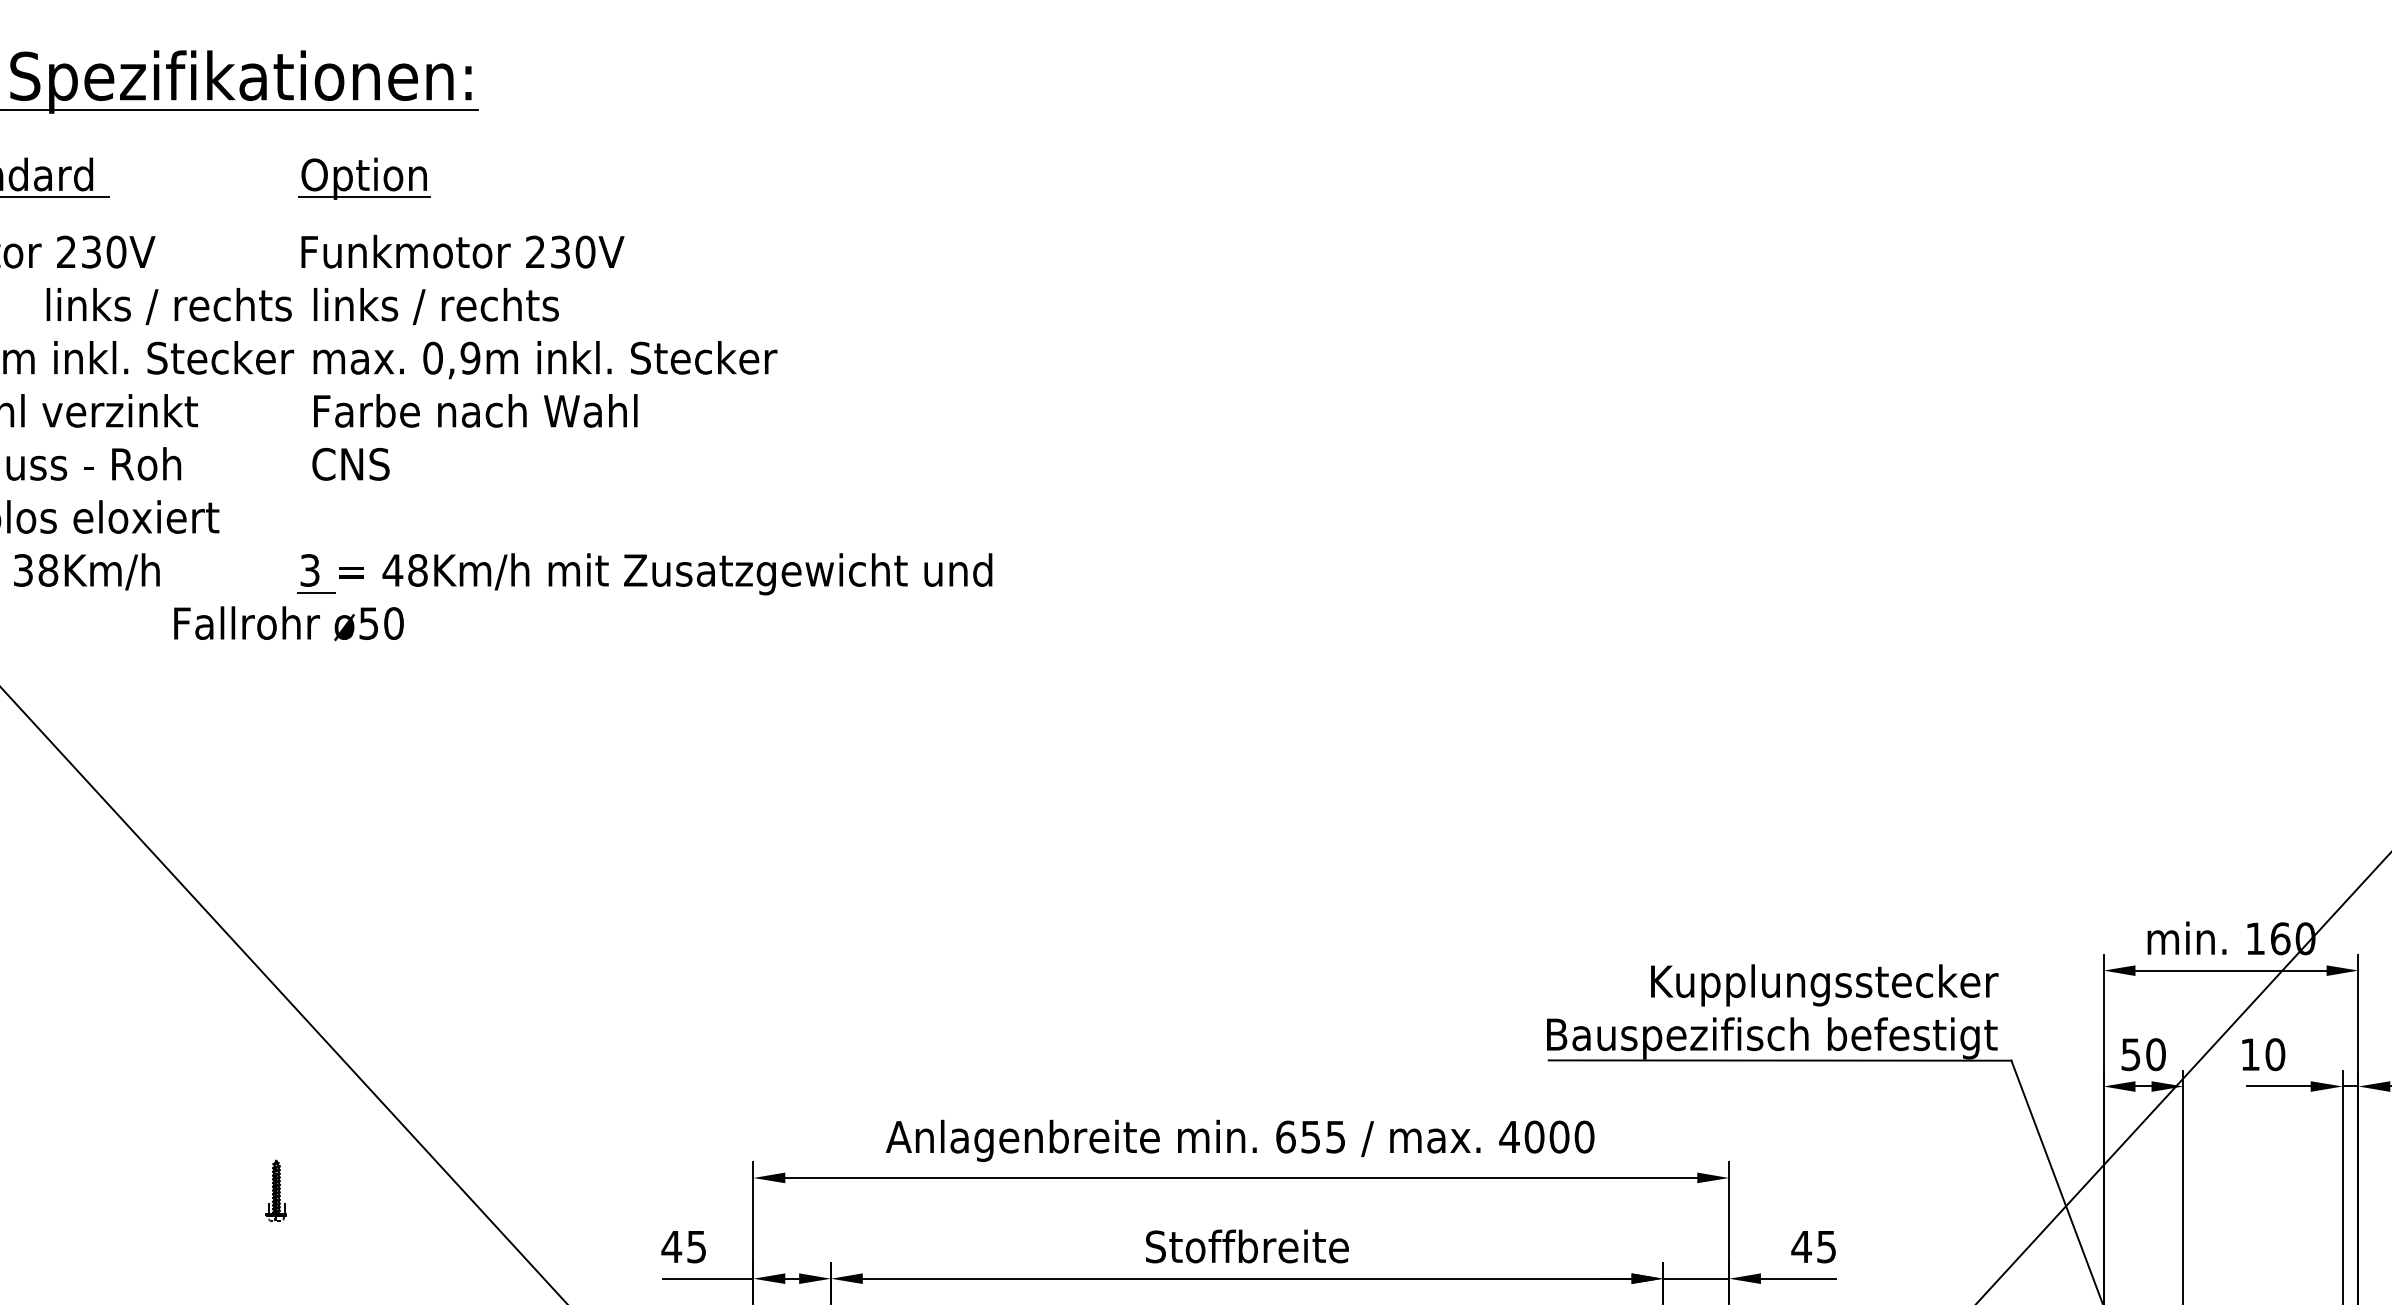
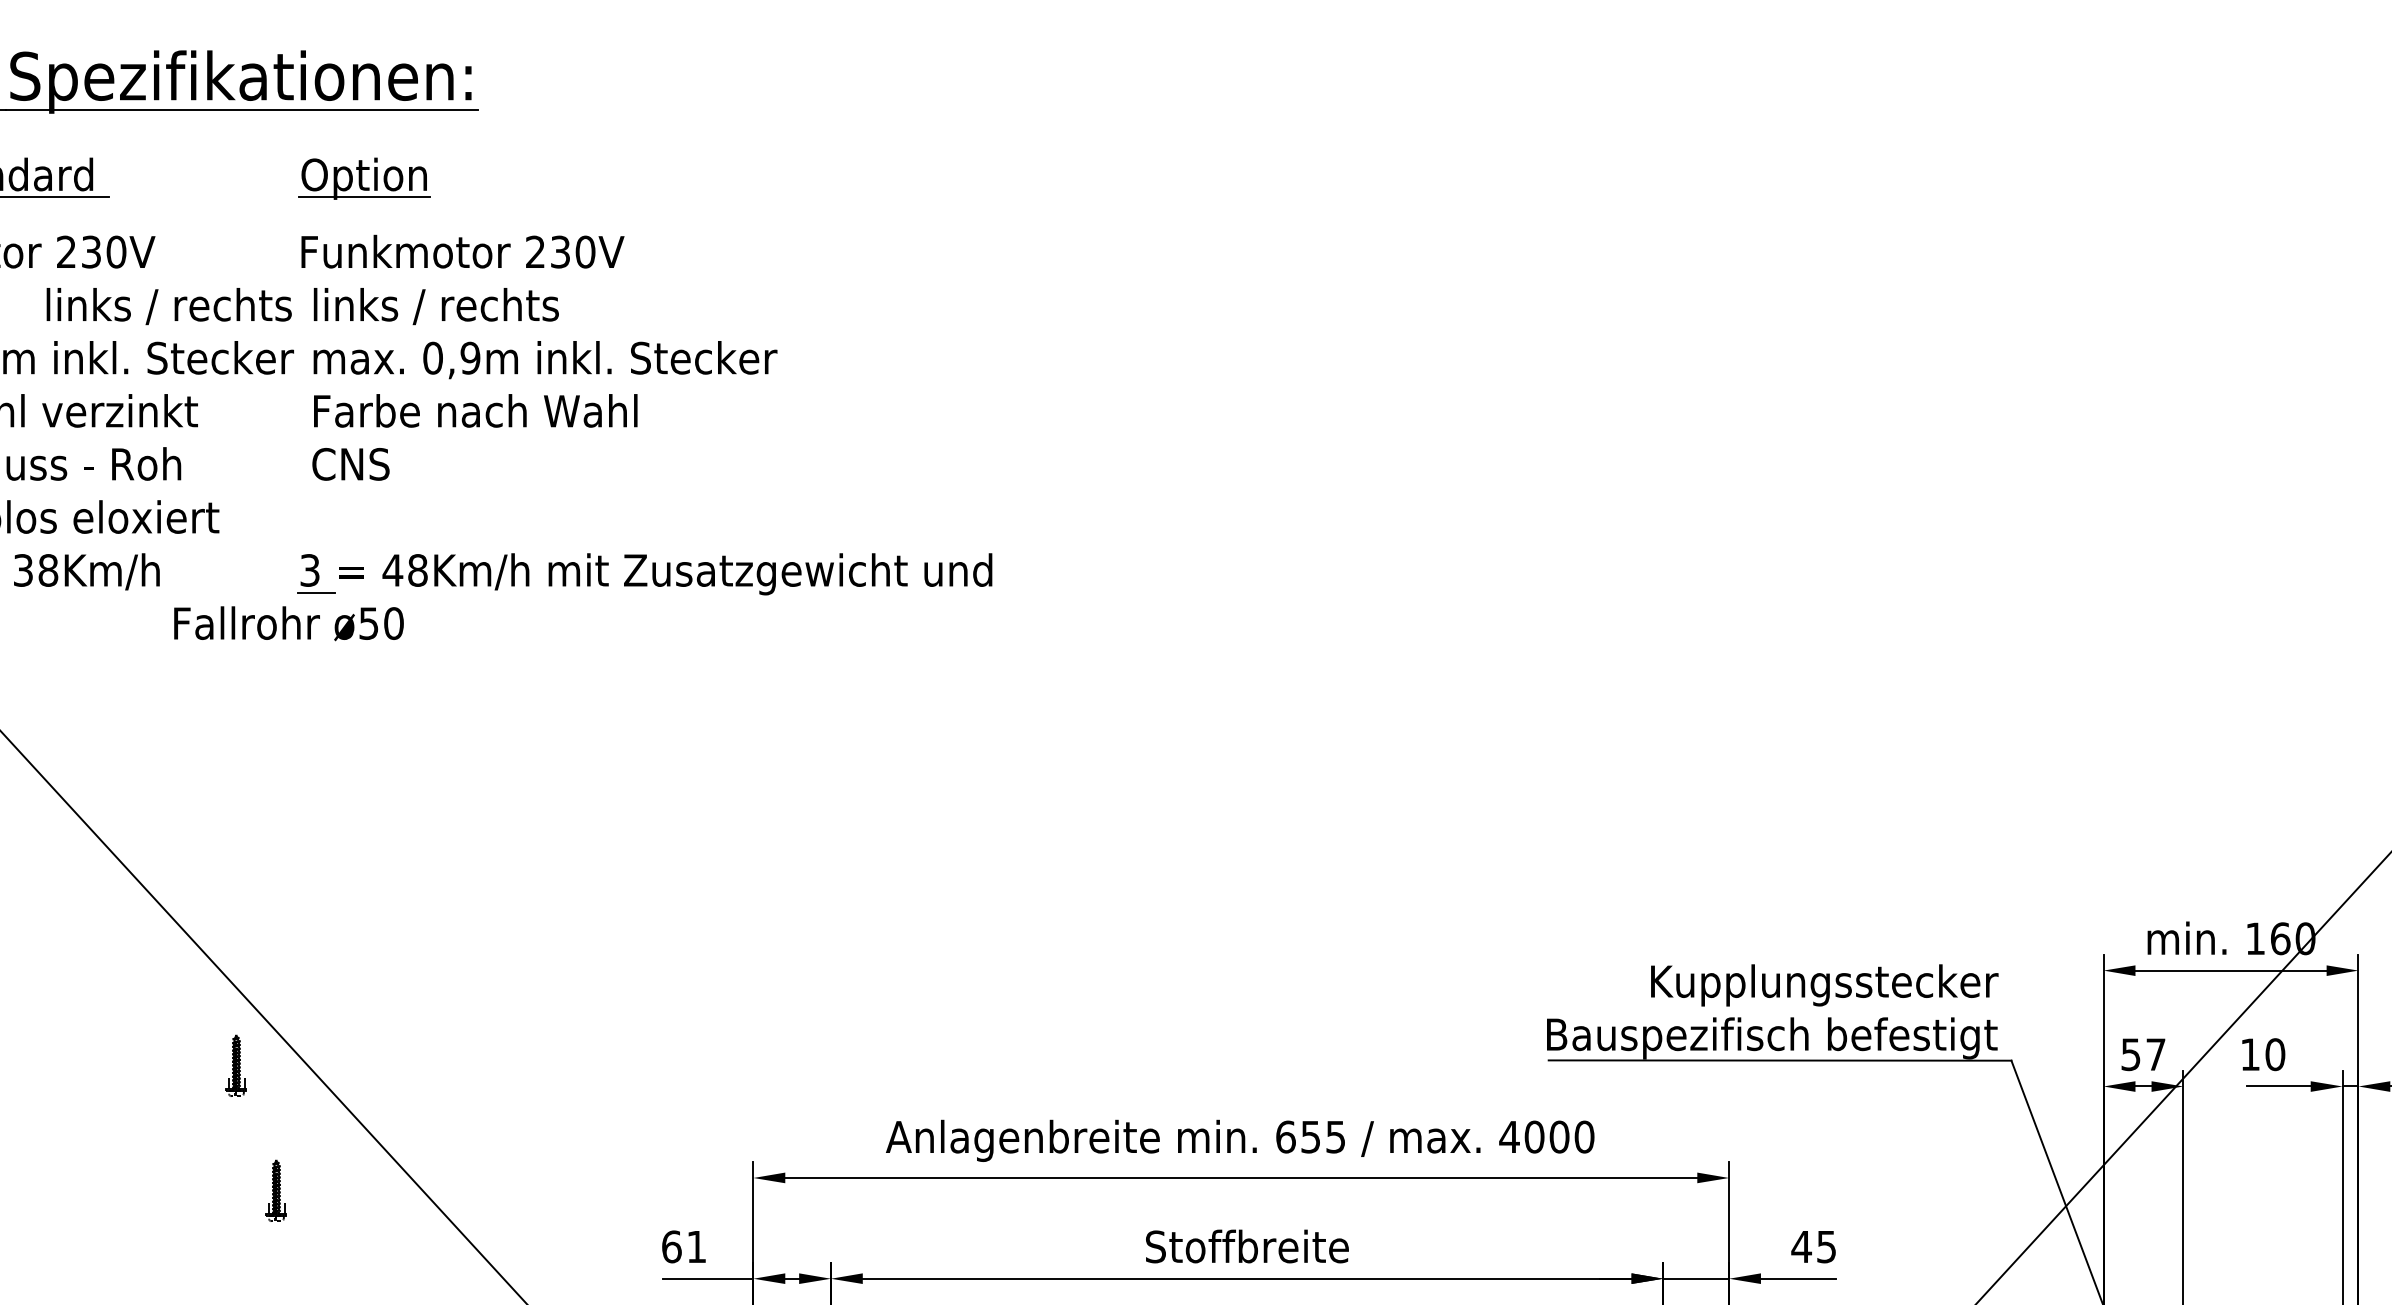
line at (283, 994) position: (283, 994) -> (263, 1016)
text at (2155, 1054): 50 -> 57
part at (235, 1065): none -> present
text at (683, 1246): 45 -> 61
